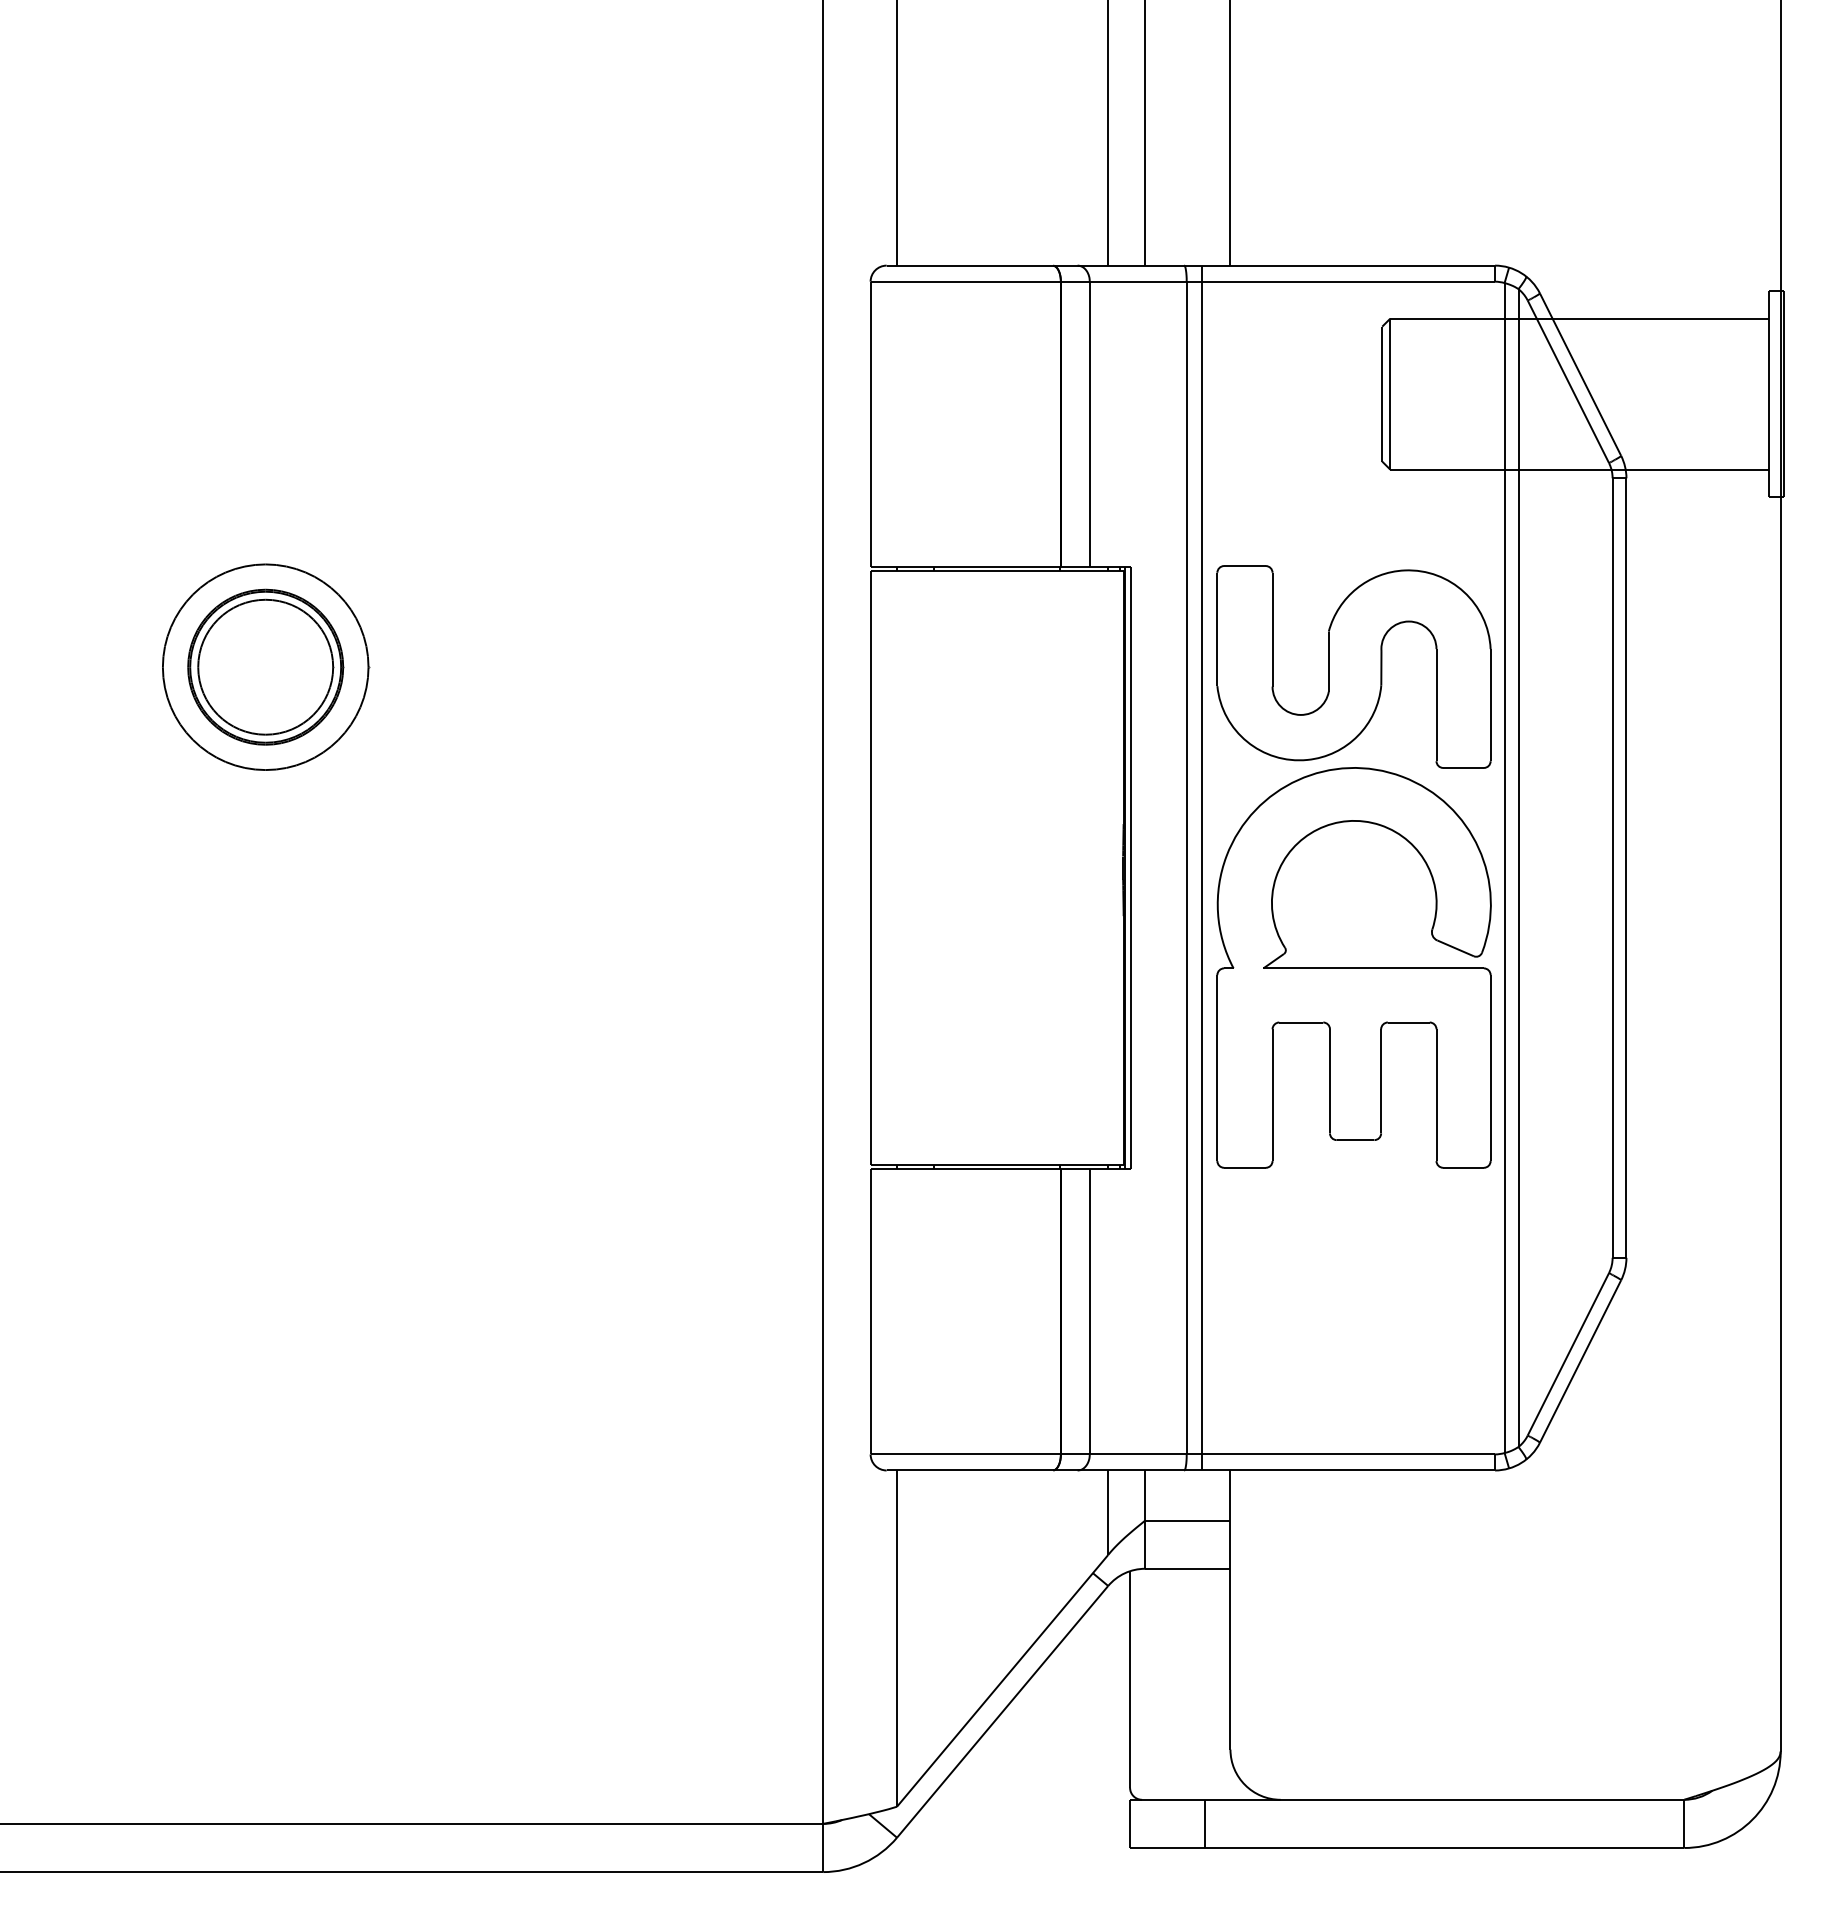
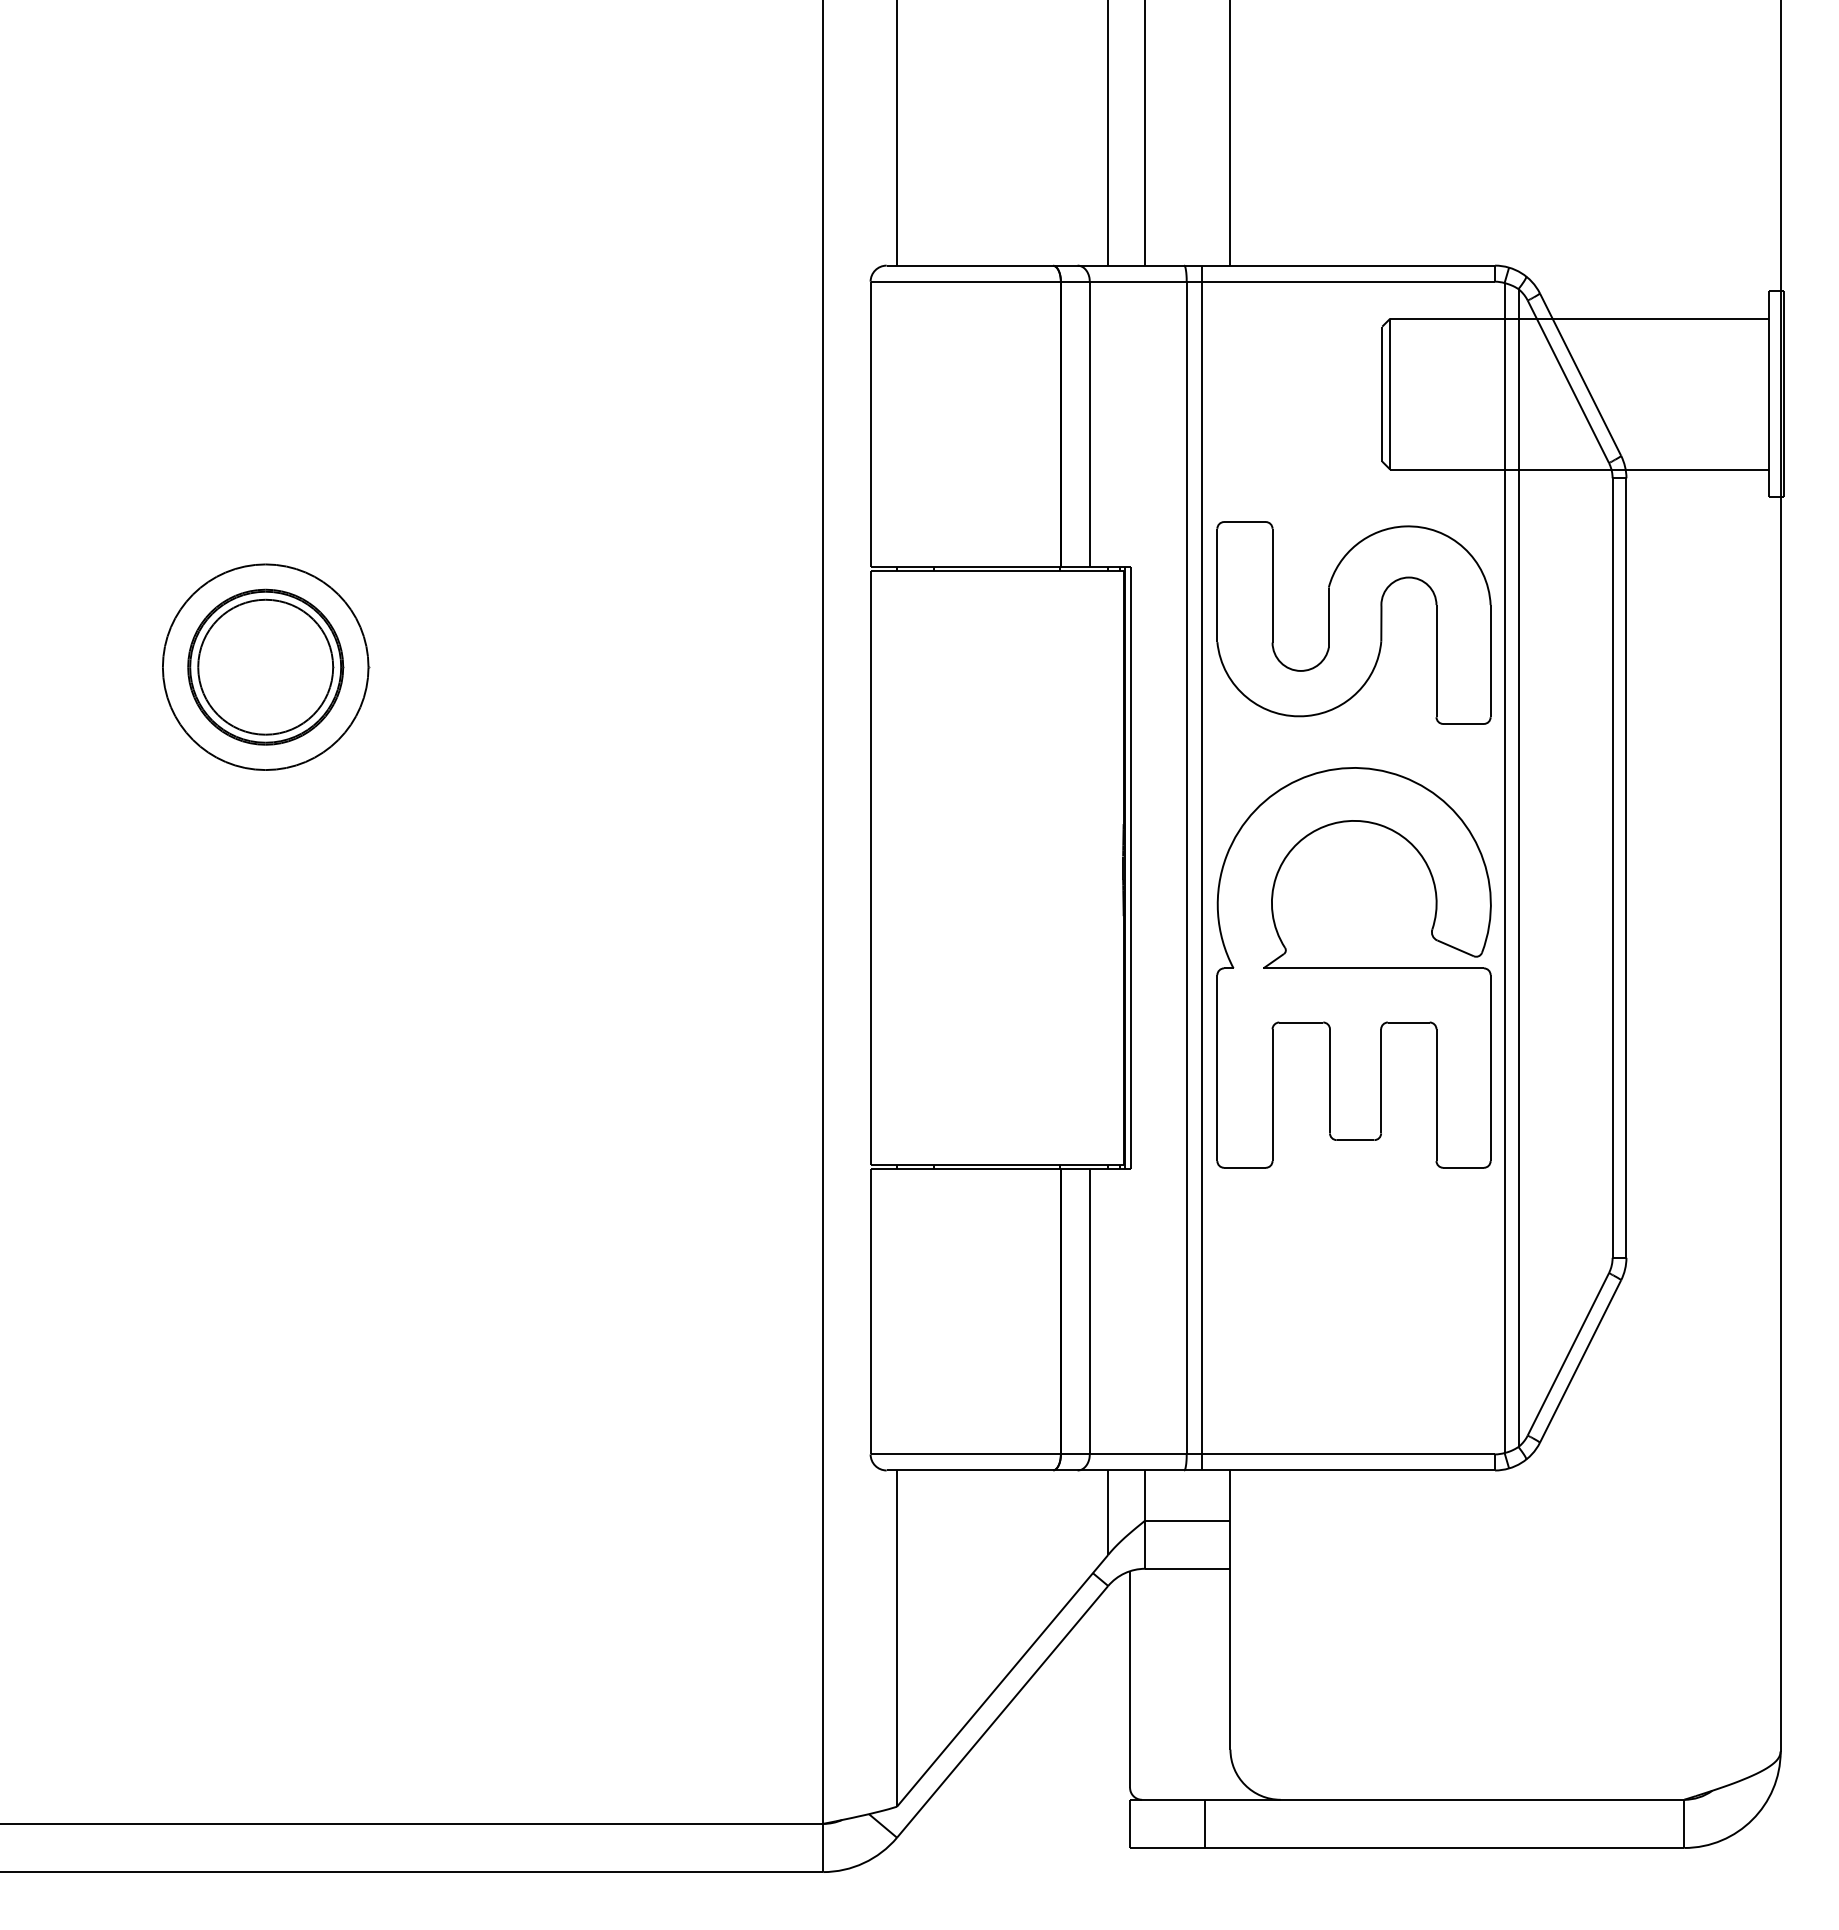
part at (1353, 666) position: (1353, 666) -> (1353, 622)
